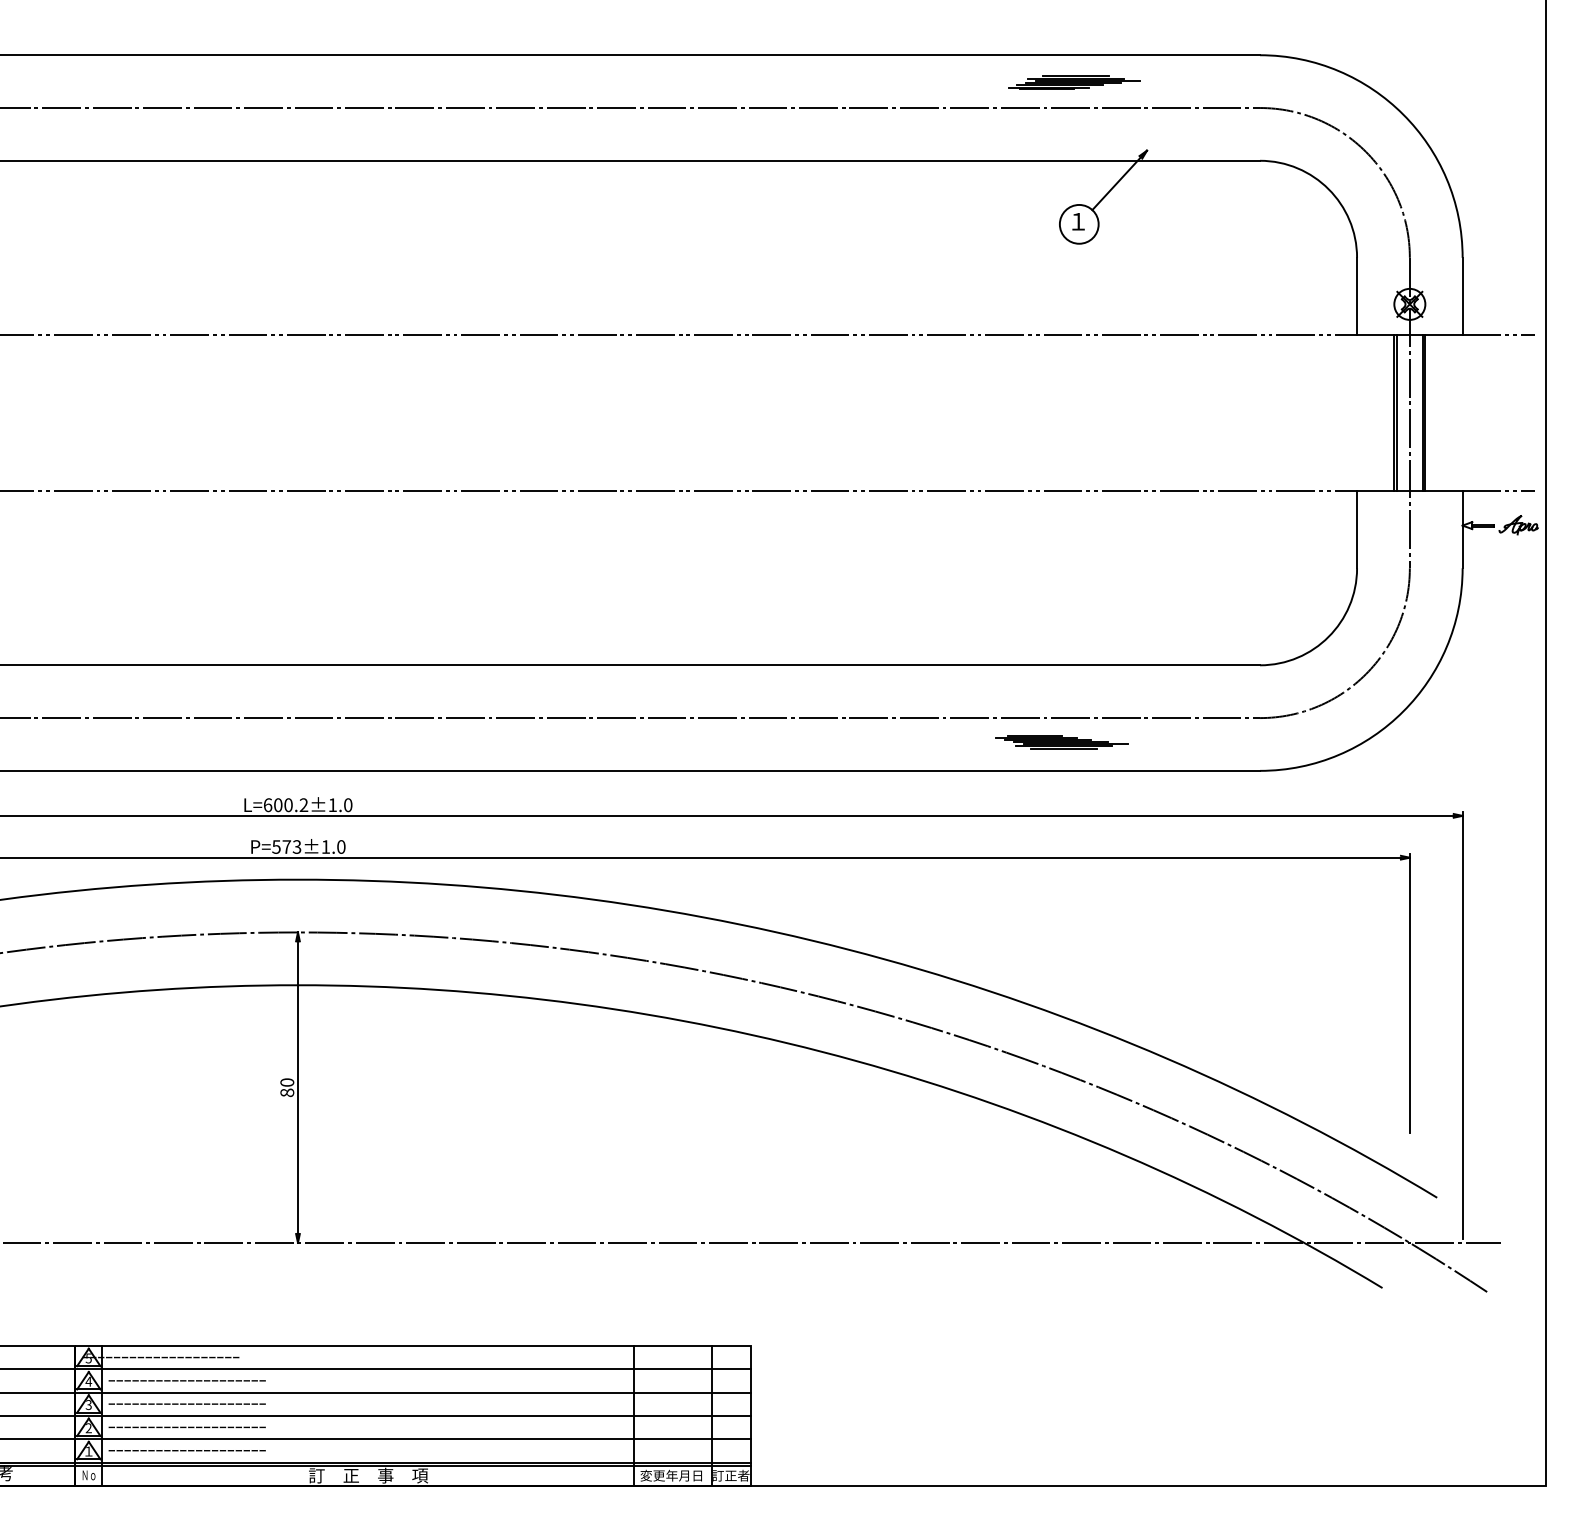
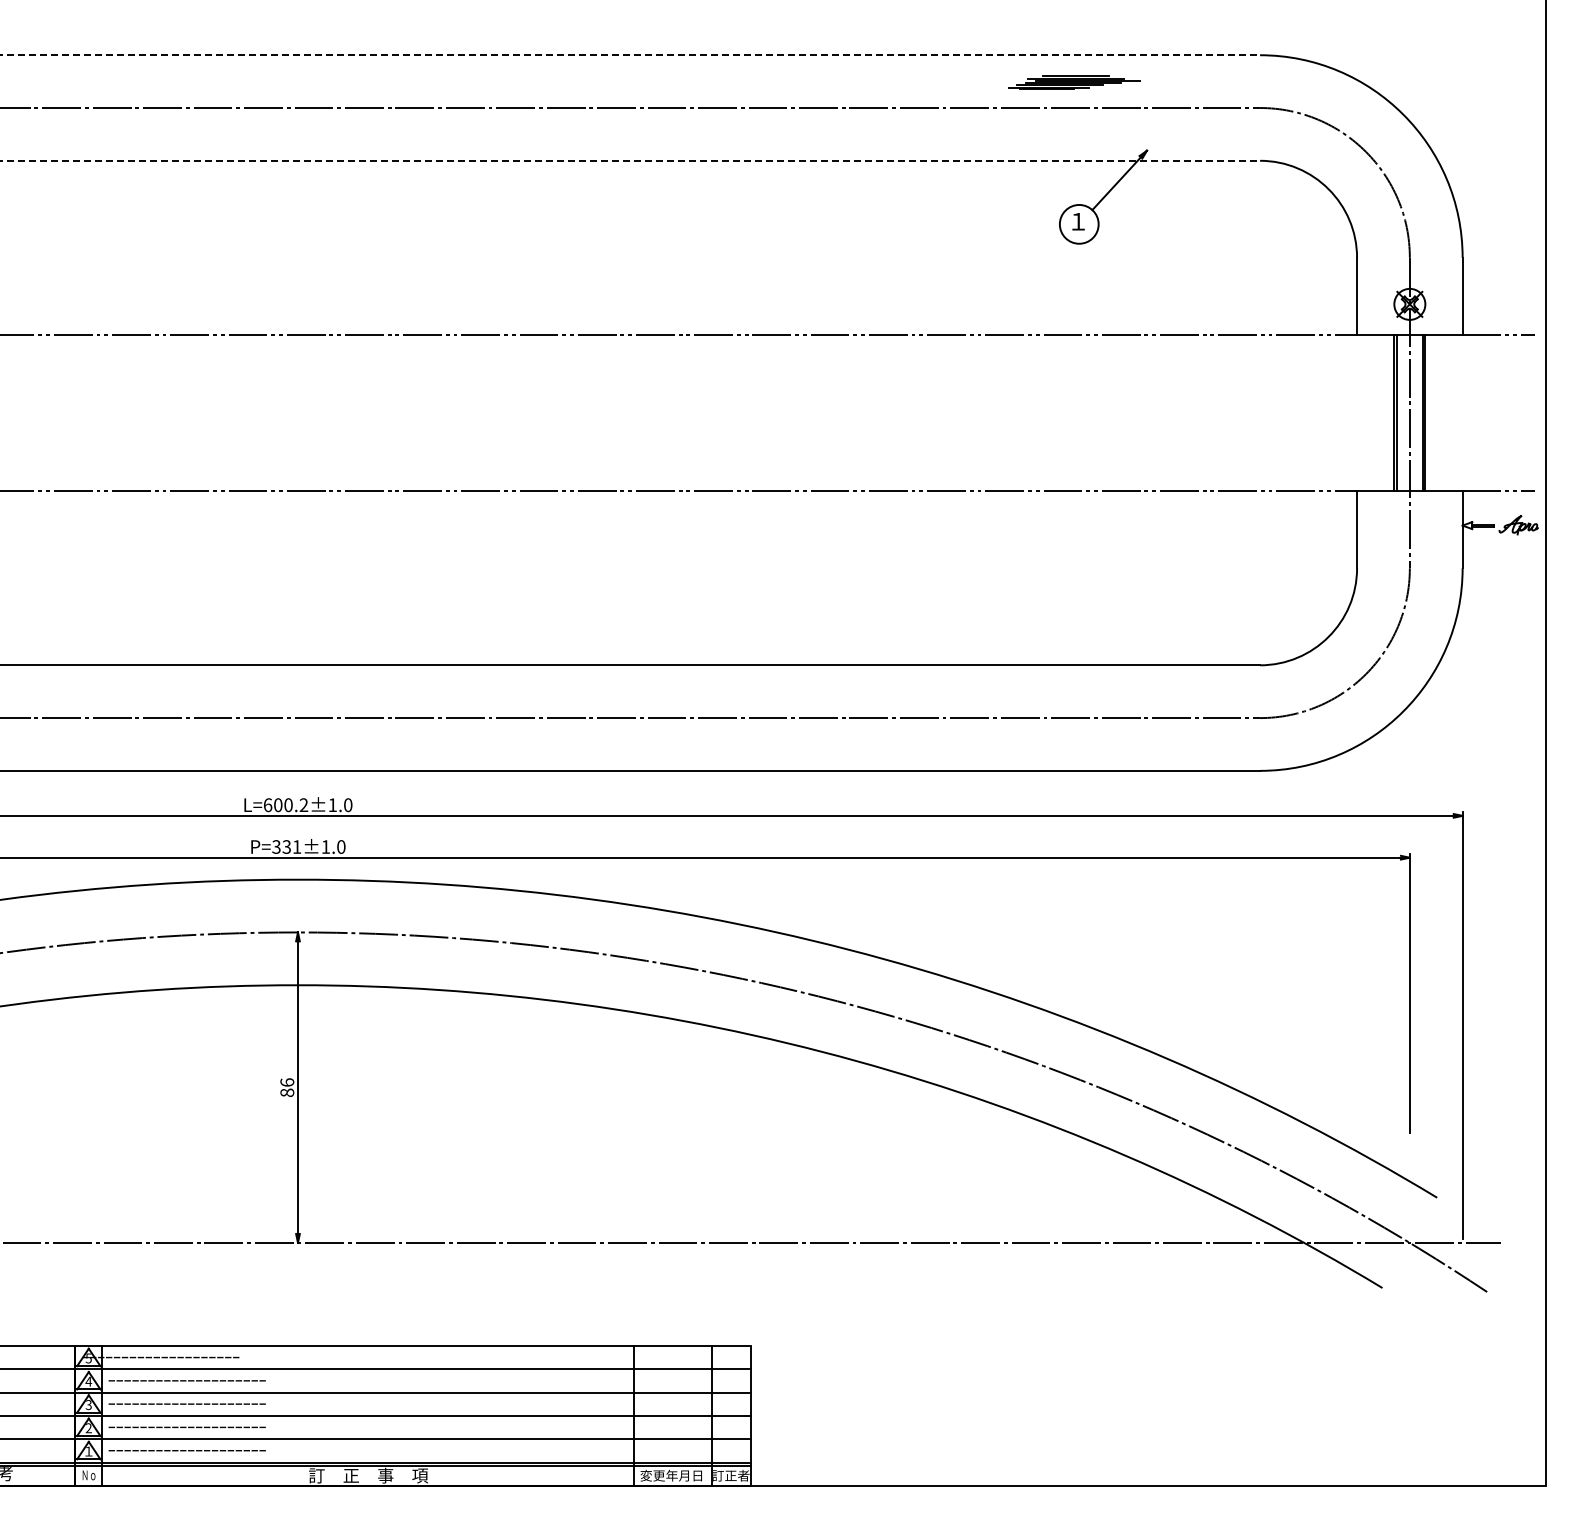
line at (630, 55): solid -> dashed
line at (630, 160): solid -> dashed
part at (1061, 742): present -> none
text at (286, 846): P=573±1.0 -> P=331±1.0
text at (287, 1082): 80 -> 86
